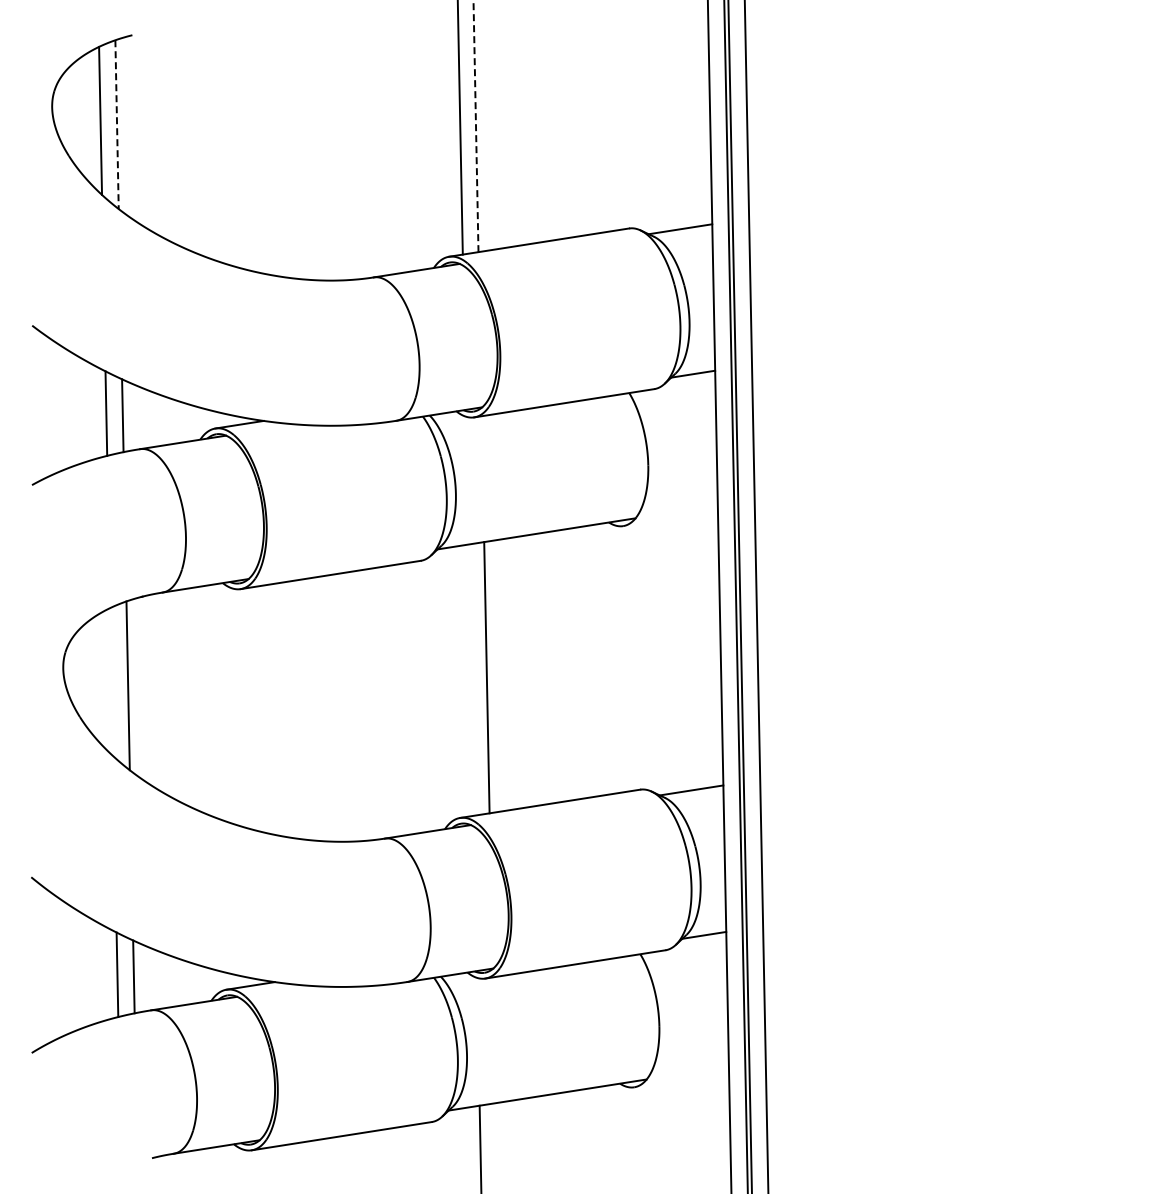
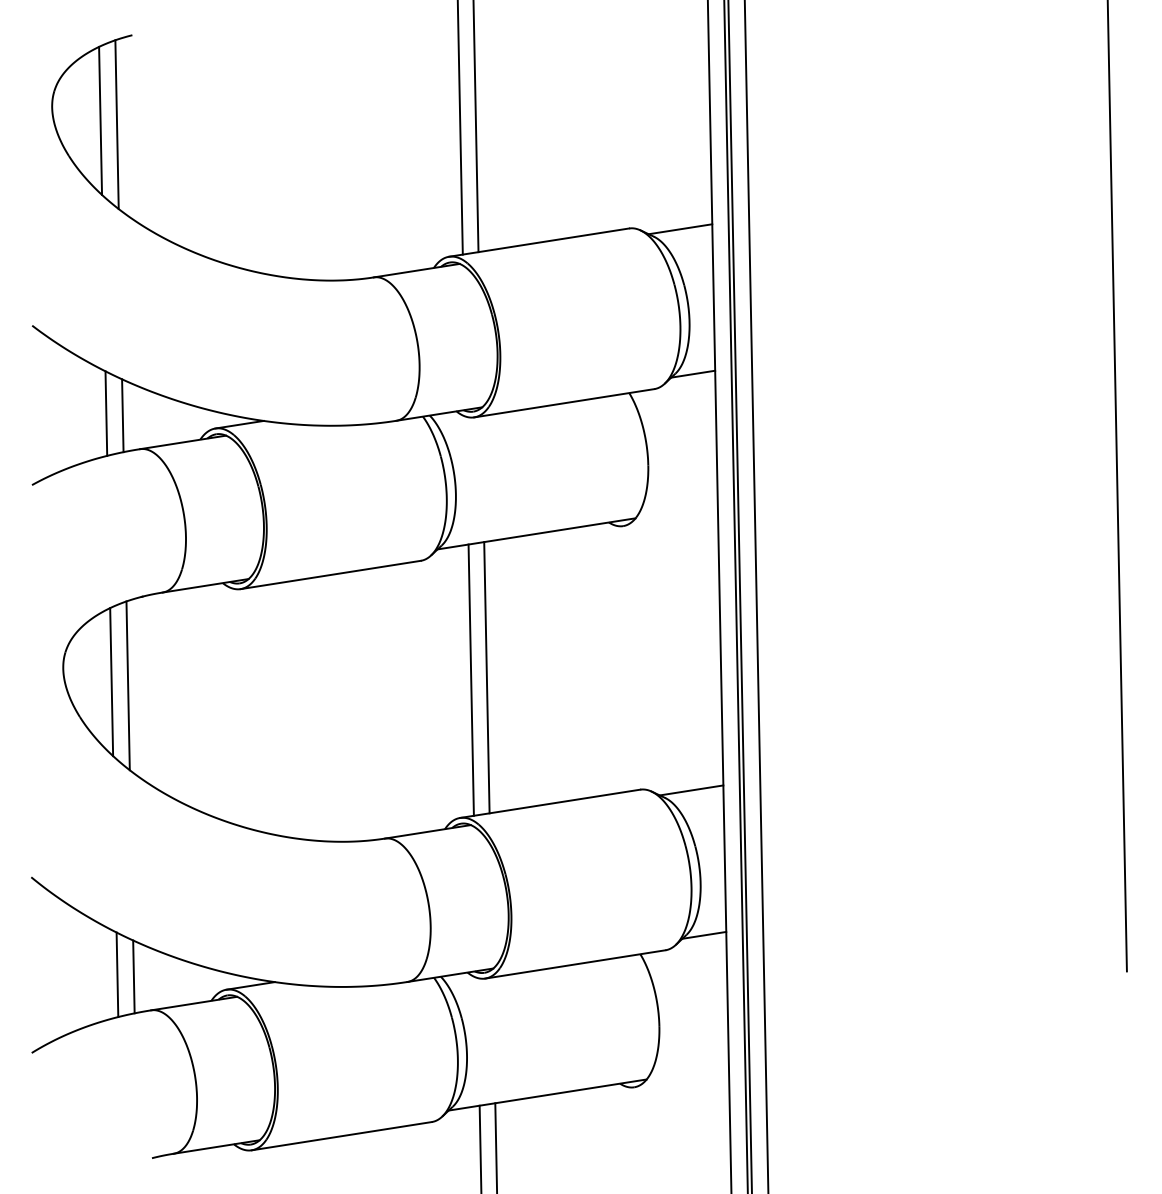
line at (117, 125): dashed -> solid
line at (476, 126): dashed -> solid
line at (1116, 486): none -> present
line at (470, 679): none -> present
line at (111, 682): none -> present
line at (496, 1146): none -> present
